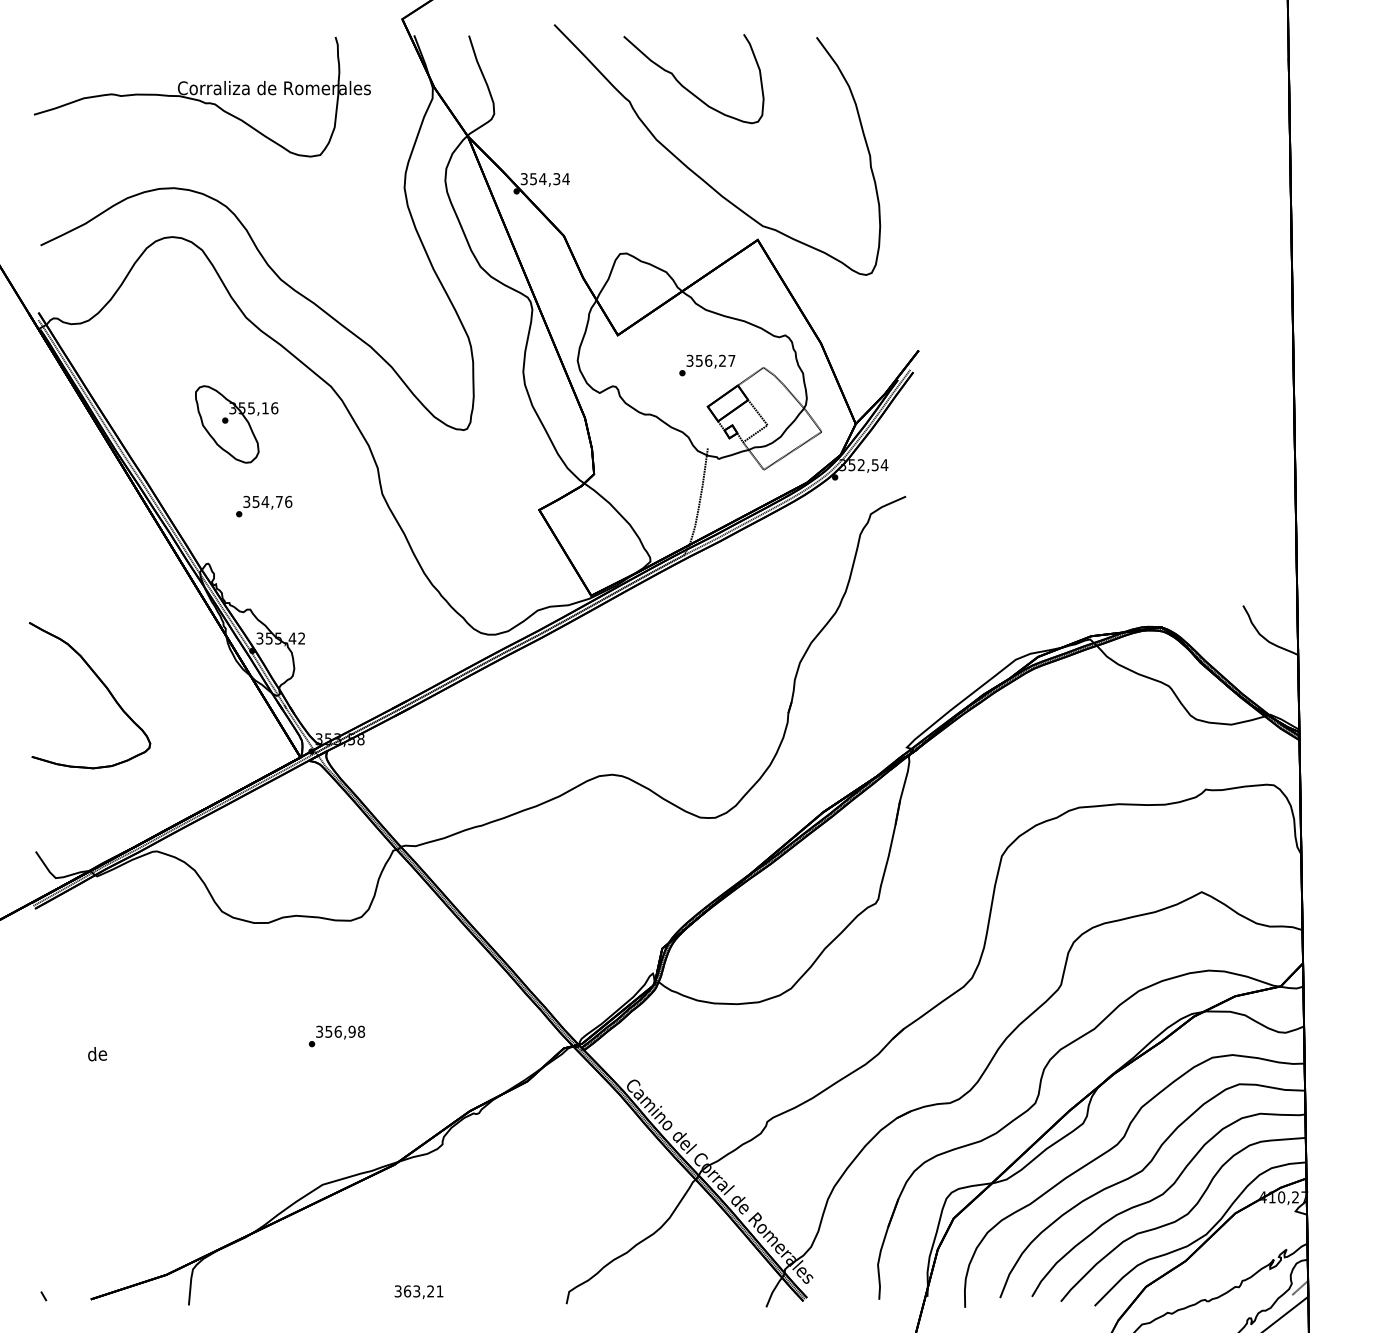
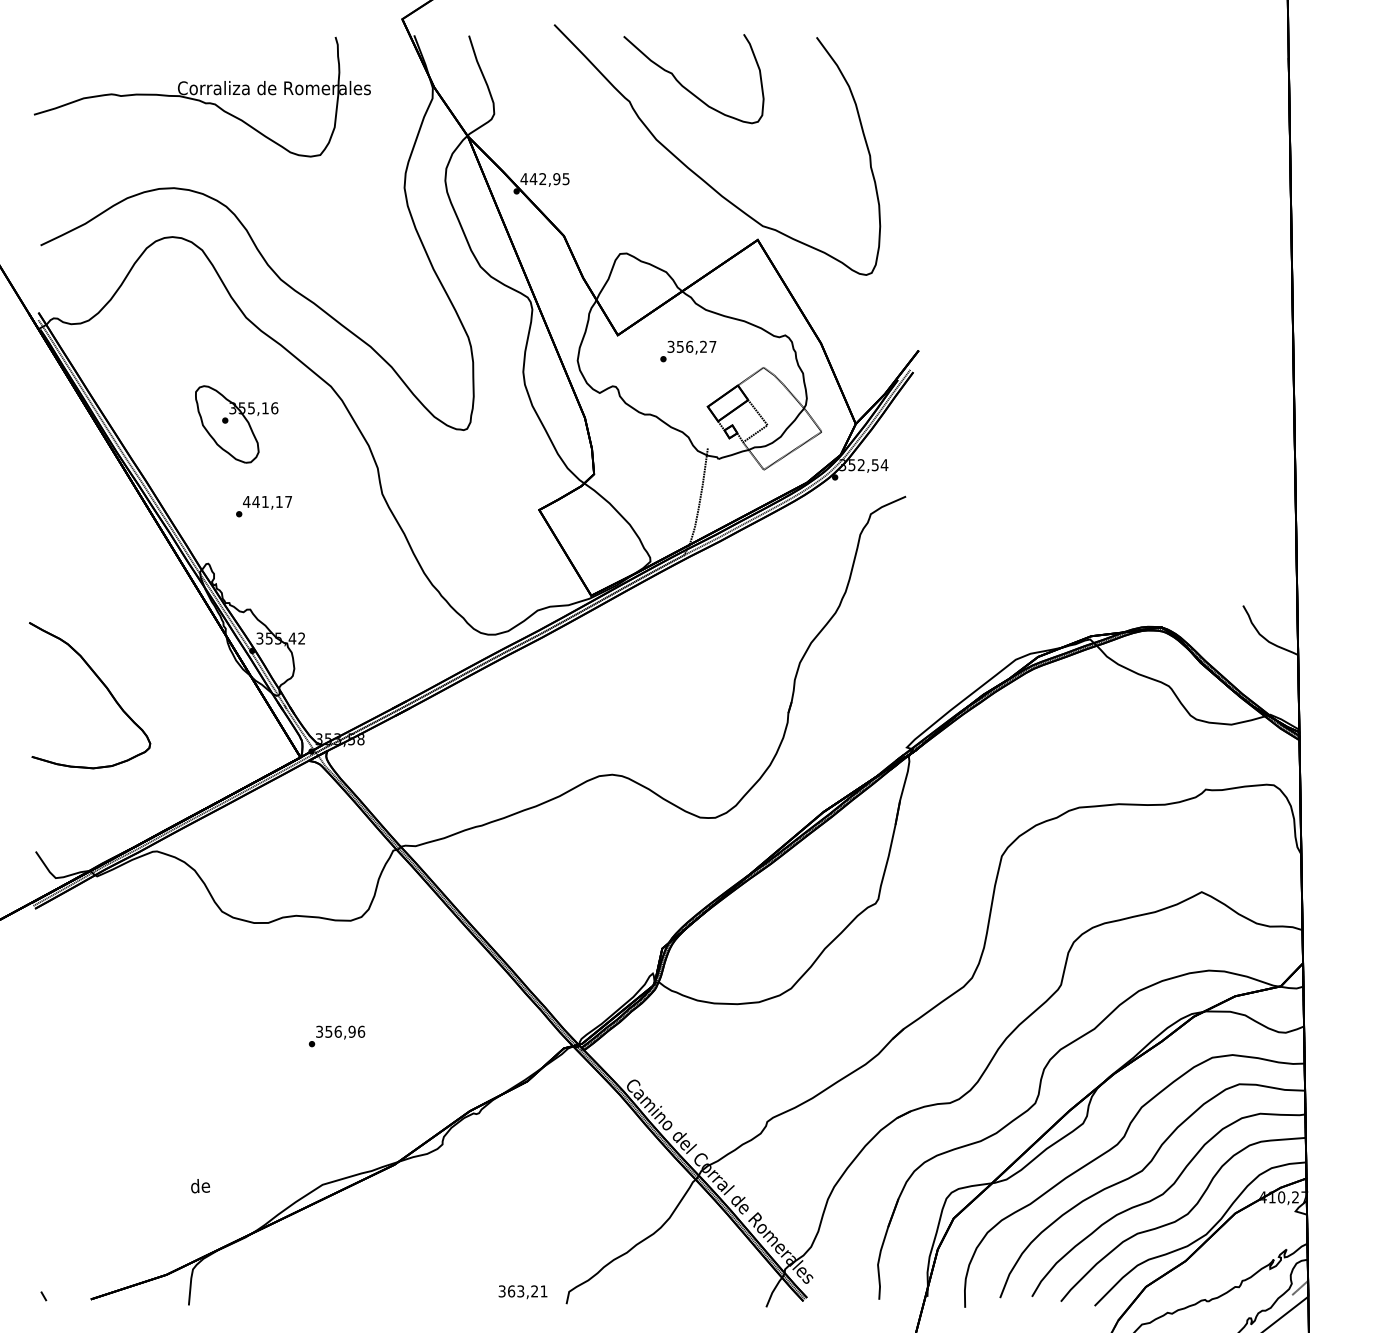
text at (544, 179): 354,34 -> 442,95
text at (707, 365) position: (707, 365) -> (688, 351)
text at (267, 501): 354,76 -> 441,17
text at (361, 1031): 356,98 -> 356,96
text at (97, 1054) position: (97, 1054) -> (200, 1186)
text at (418, 1292) position: (418, 1292) -> (522, 1292)
